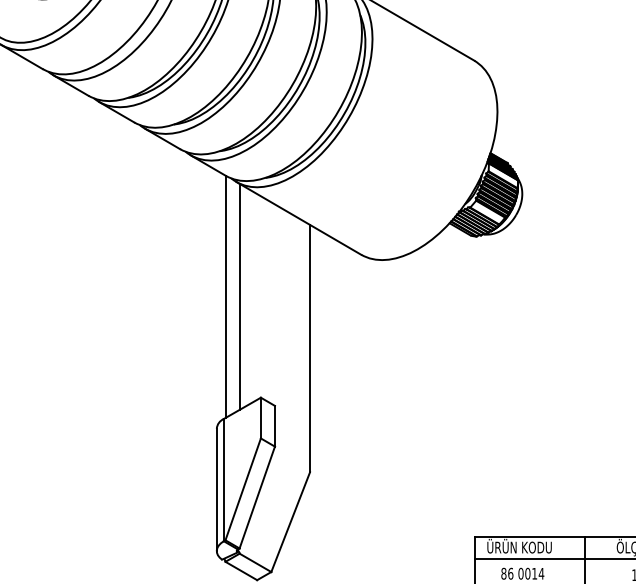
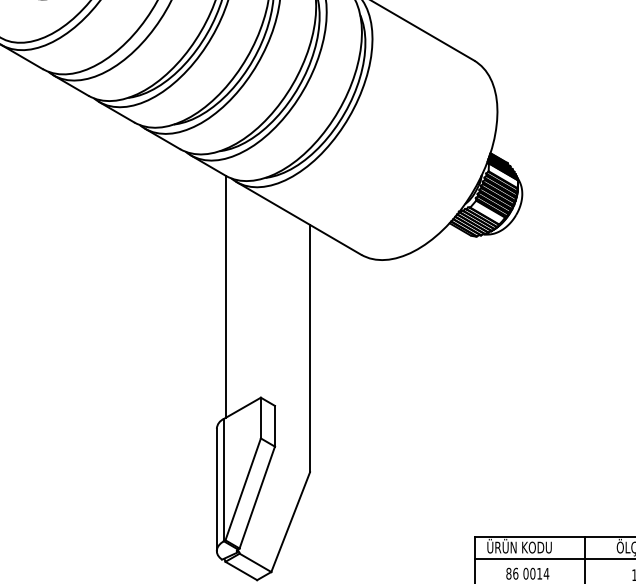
line at (239, 296): present -> none
text at (522, 573) position: (522, 573) -> (527, 573)
